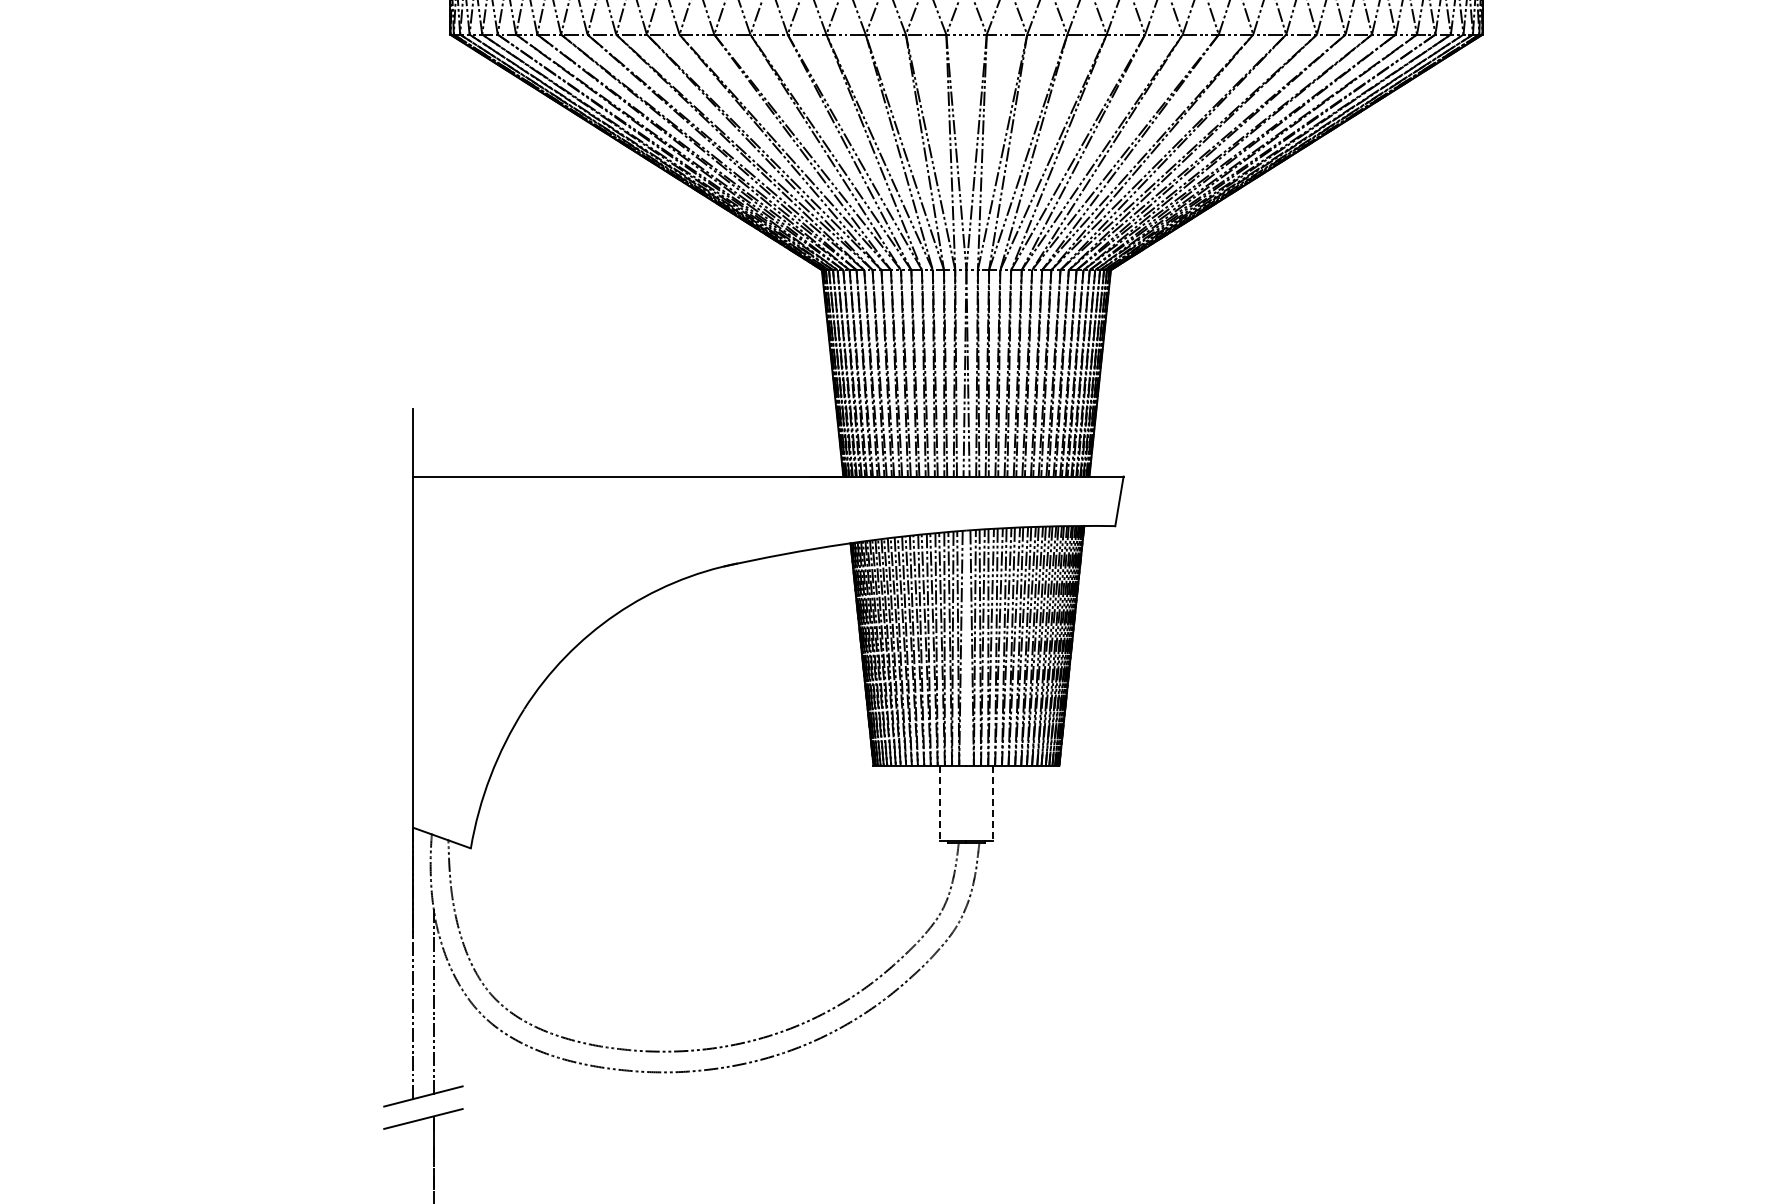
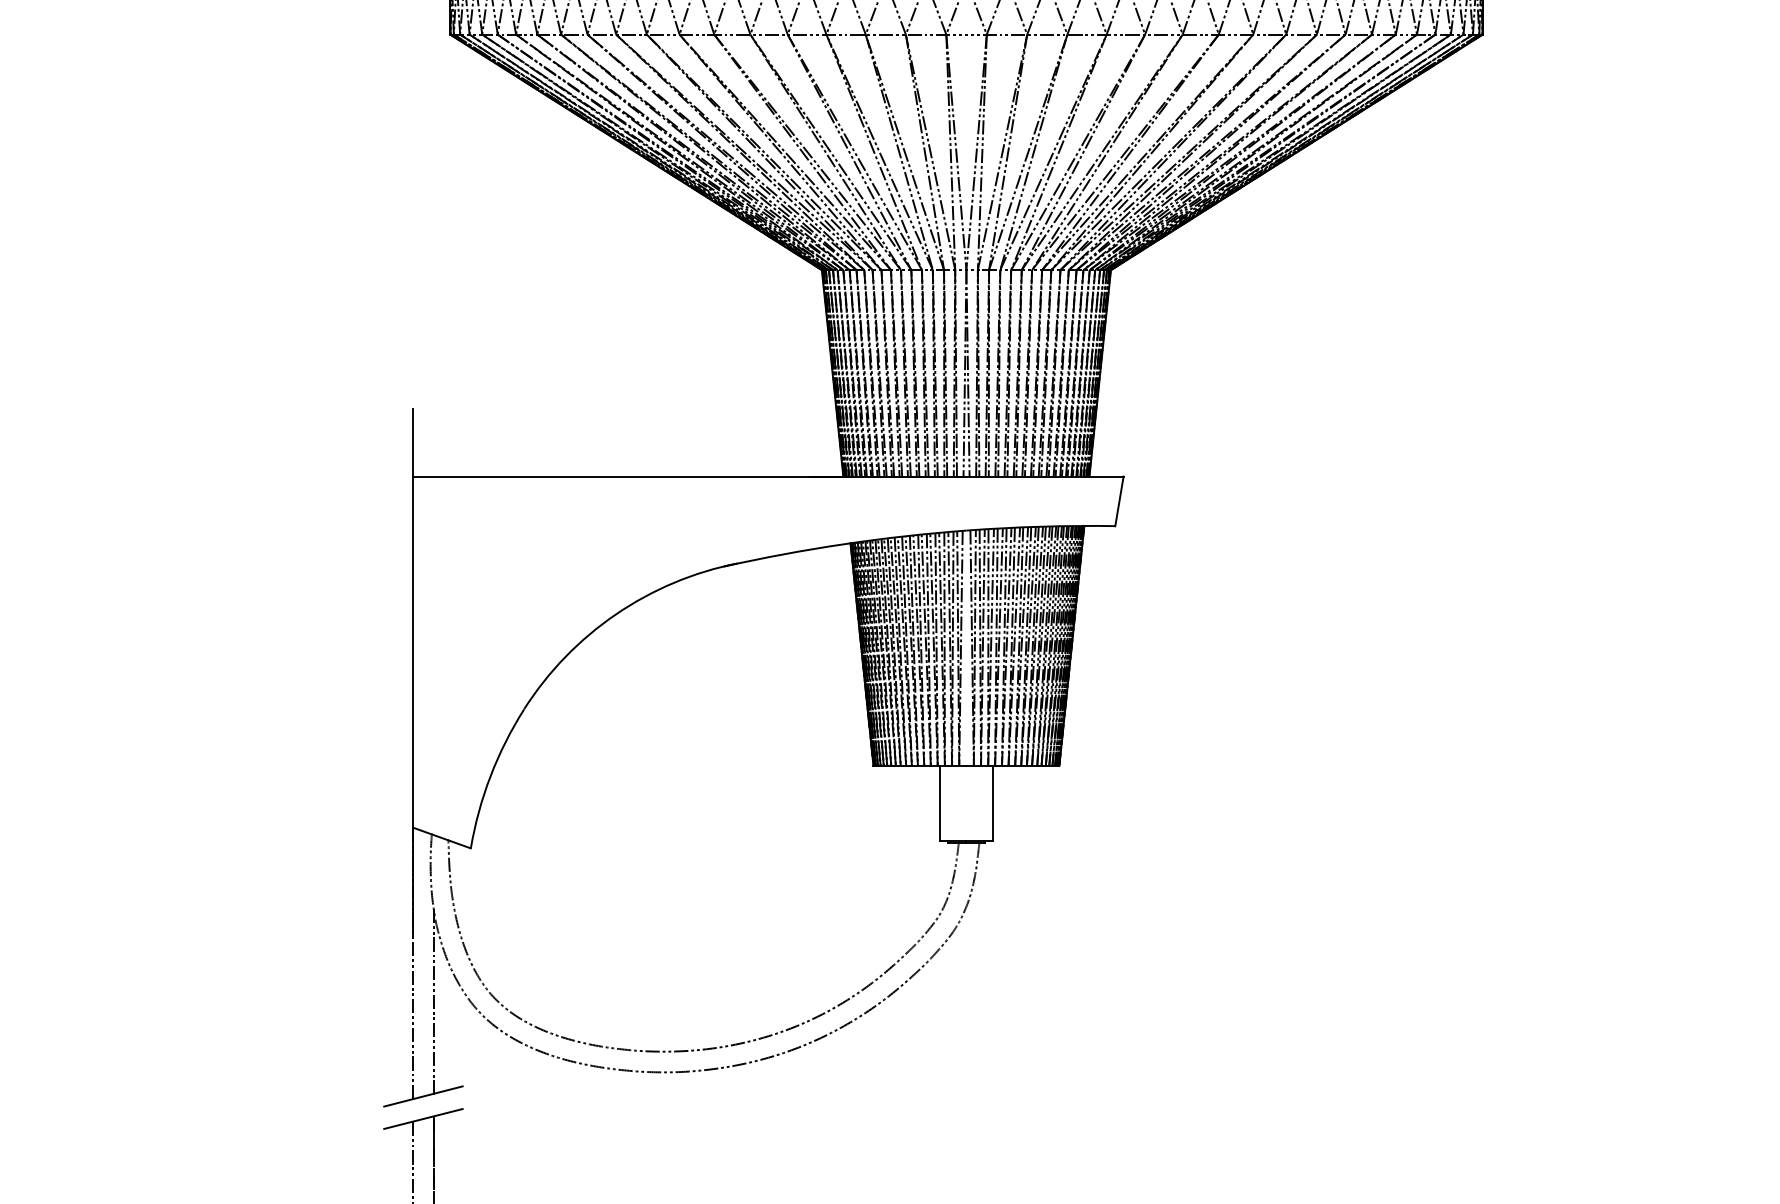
line at (939, 803): dashed -> solid
line at (993, 803): dashed -> solid
line at (413, 1160): none -> present
